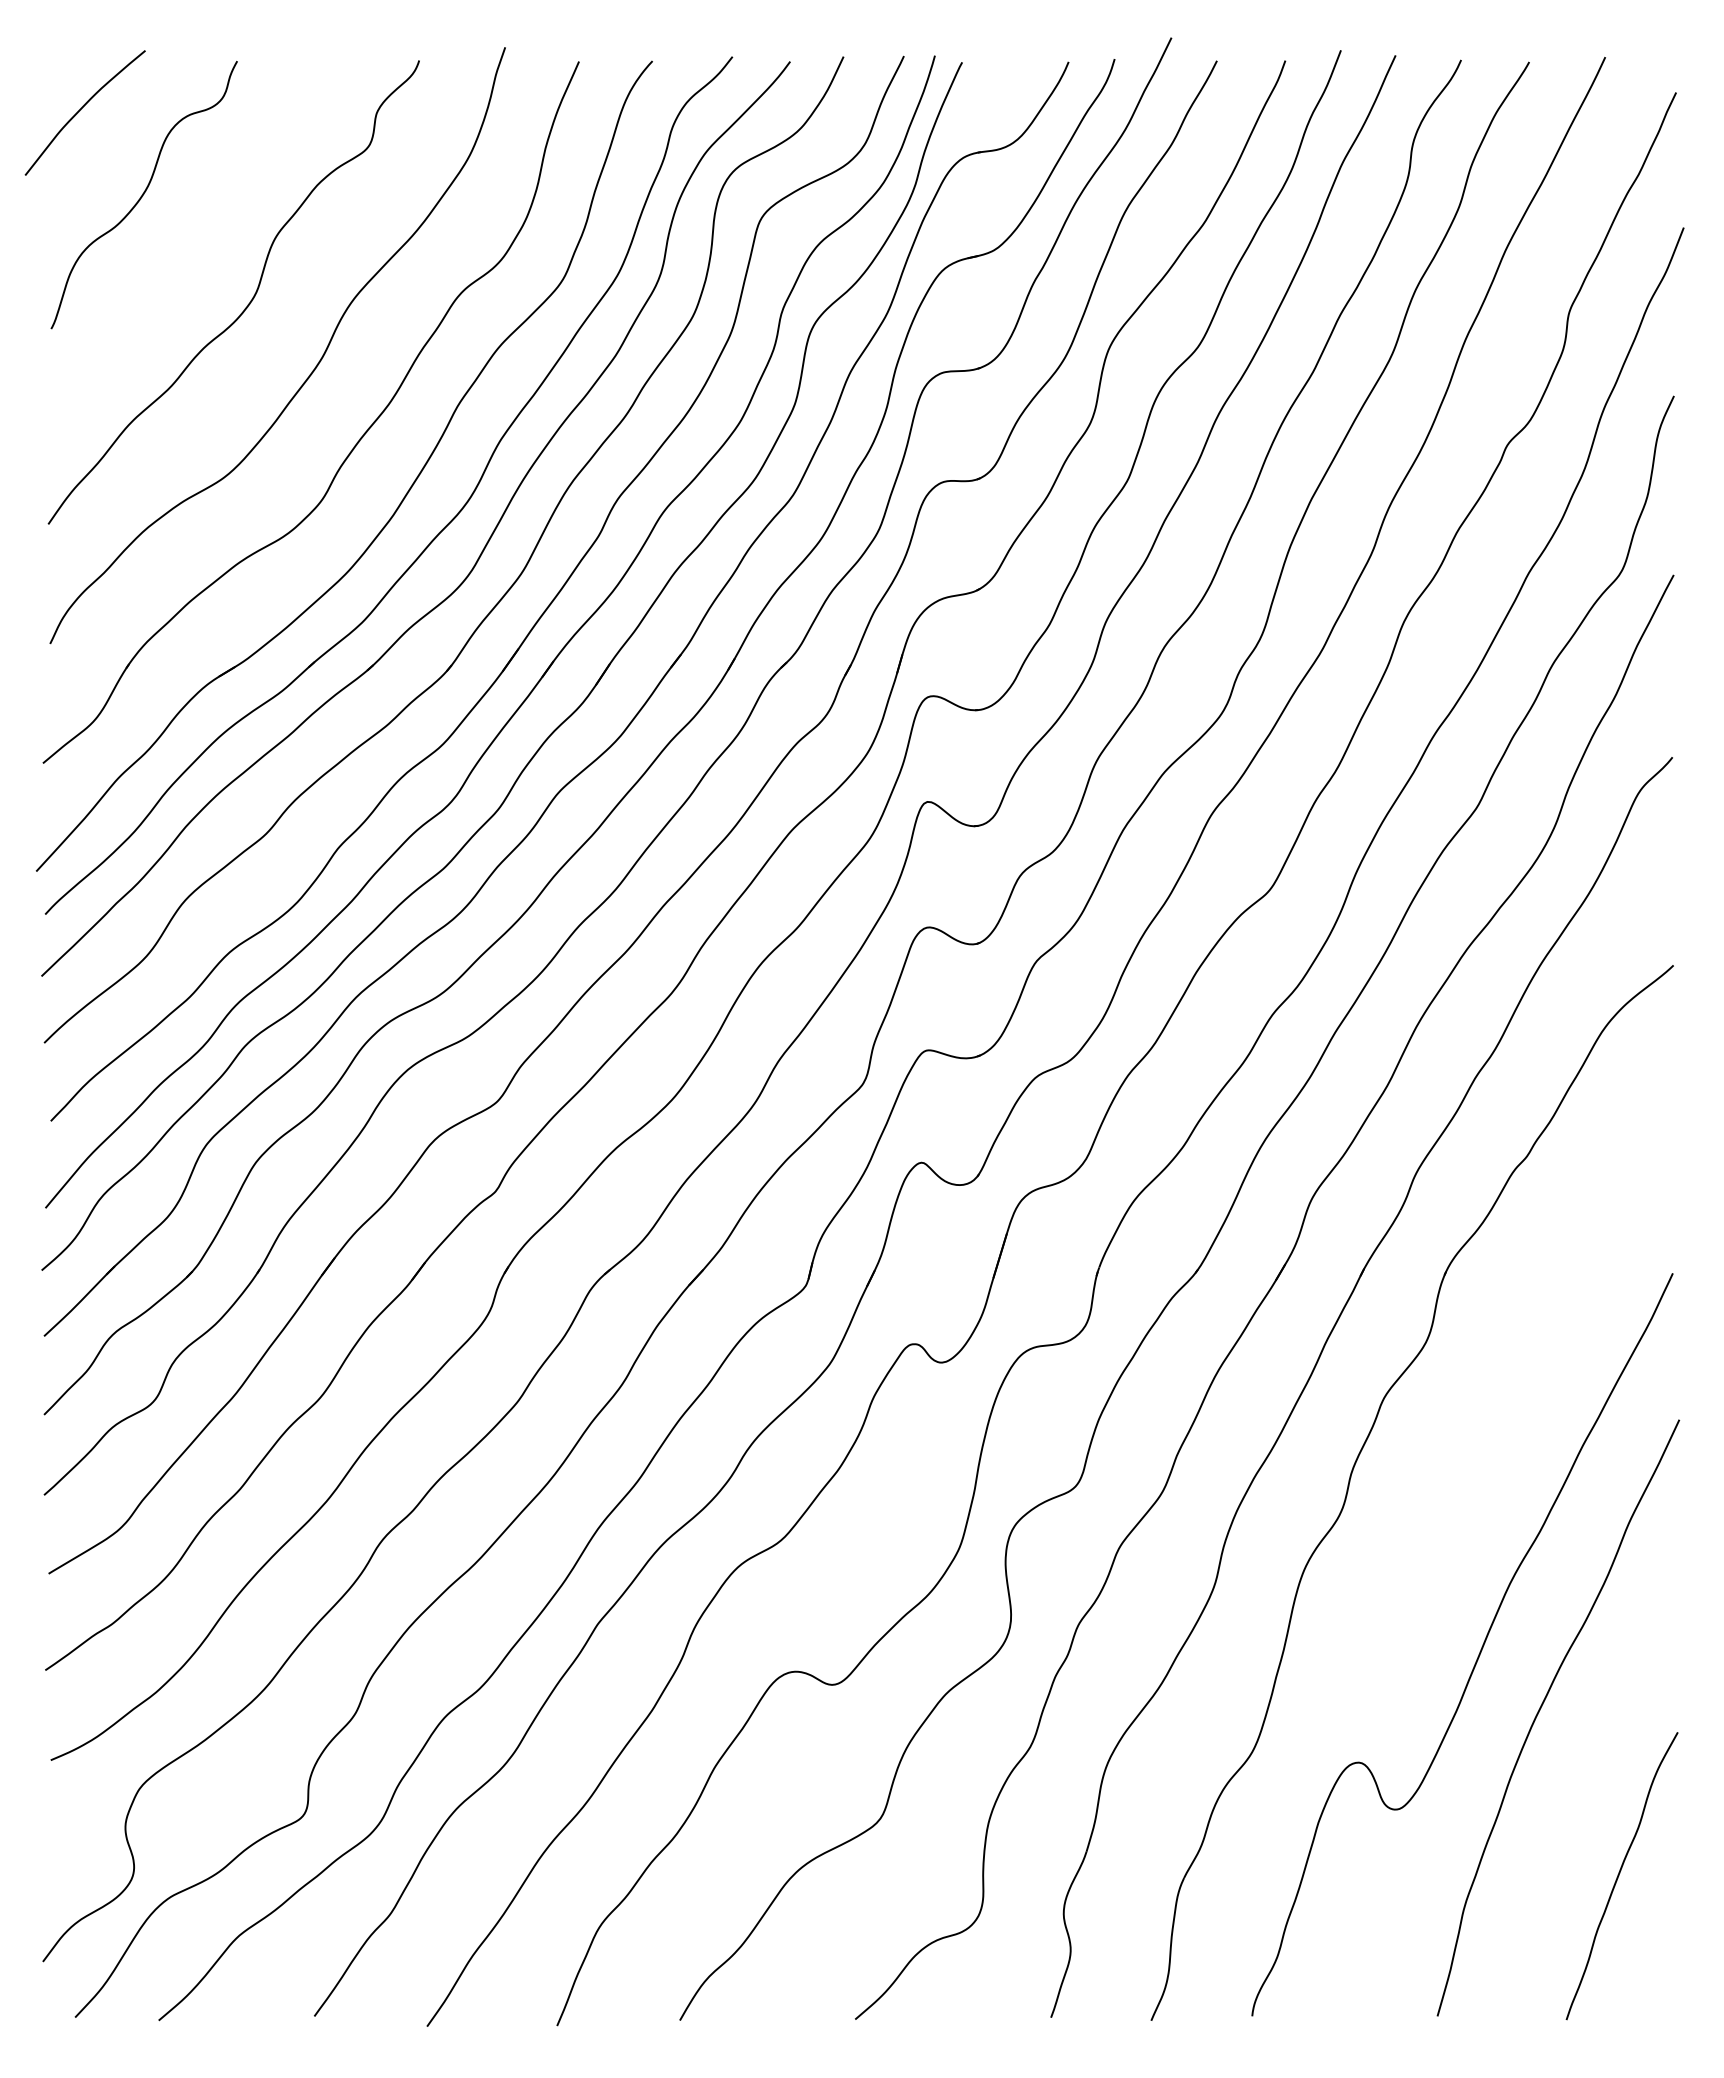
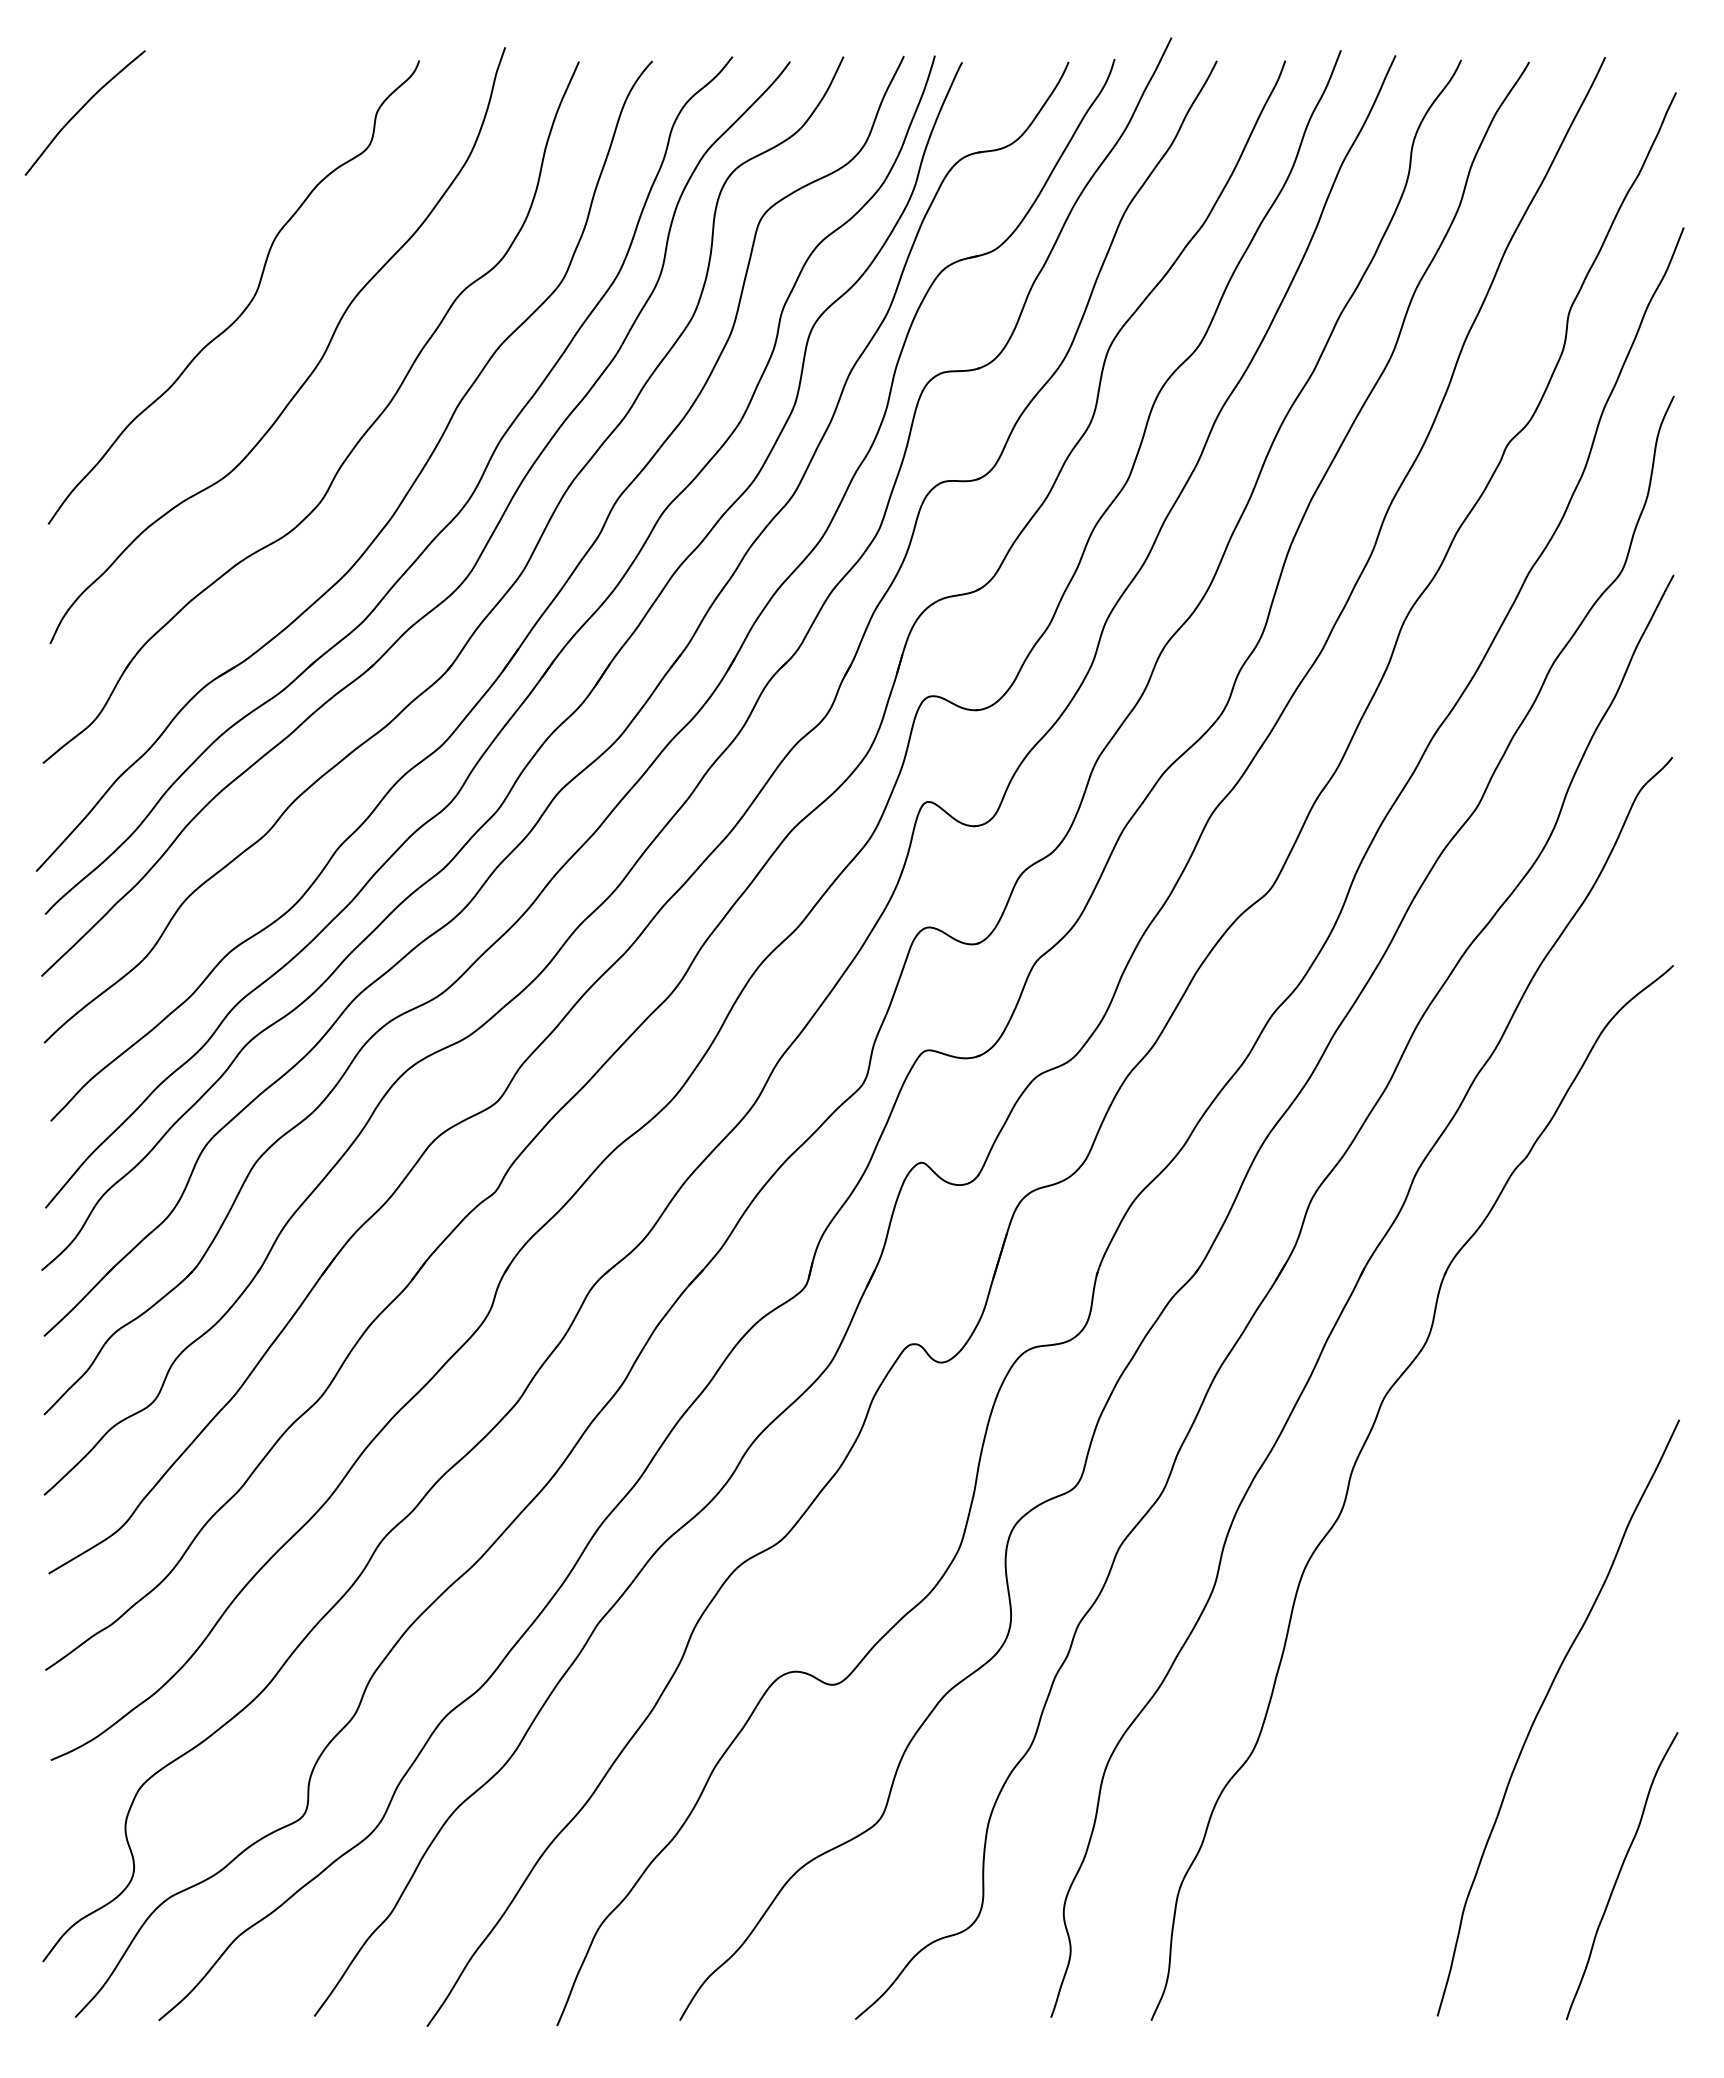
curve at (143, 195): present -> none
curve at (1479, 1651): present -> none
